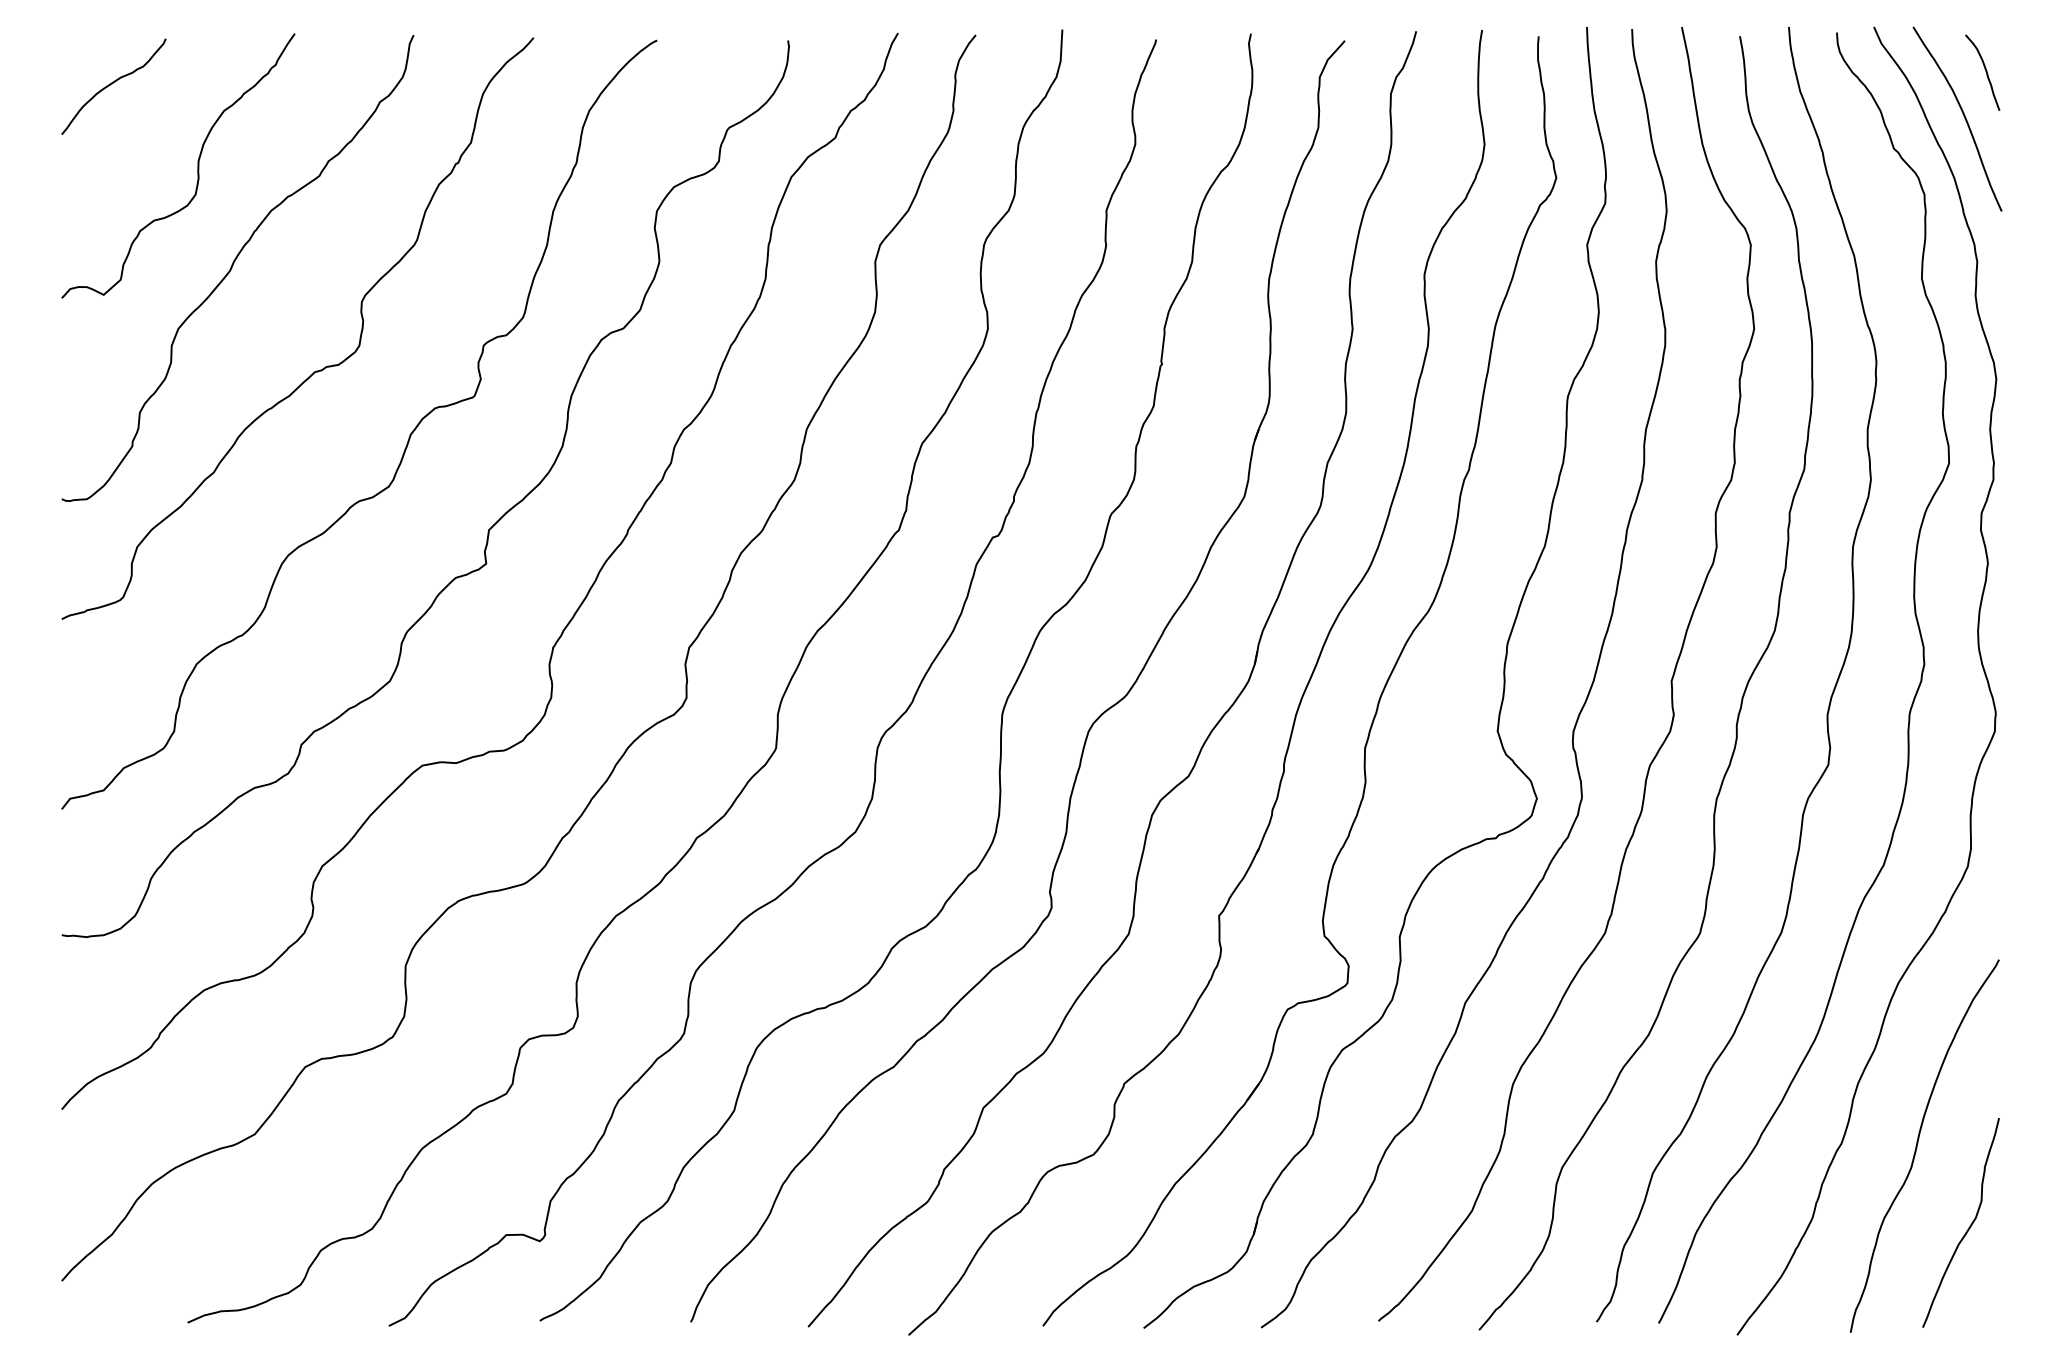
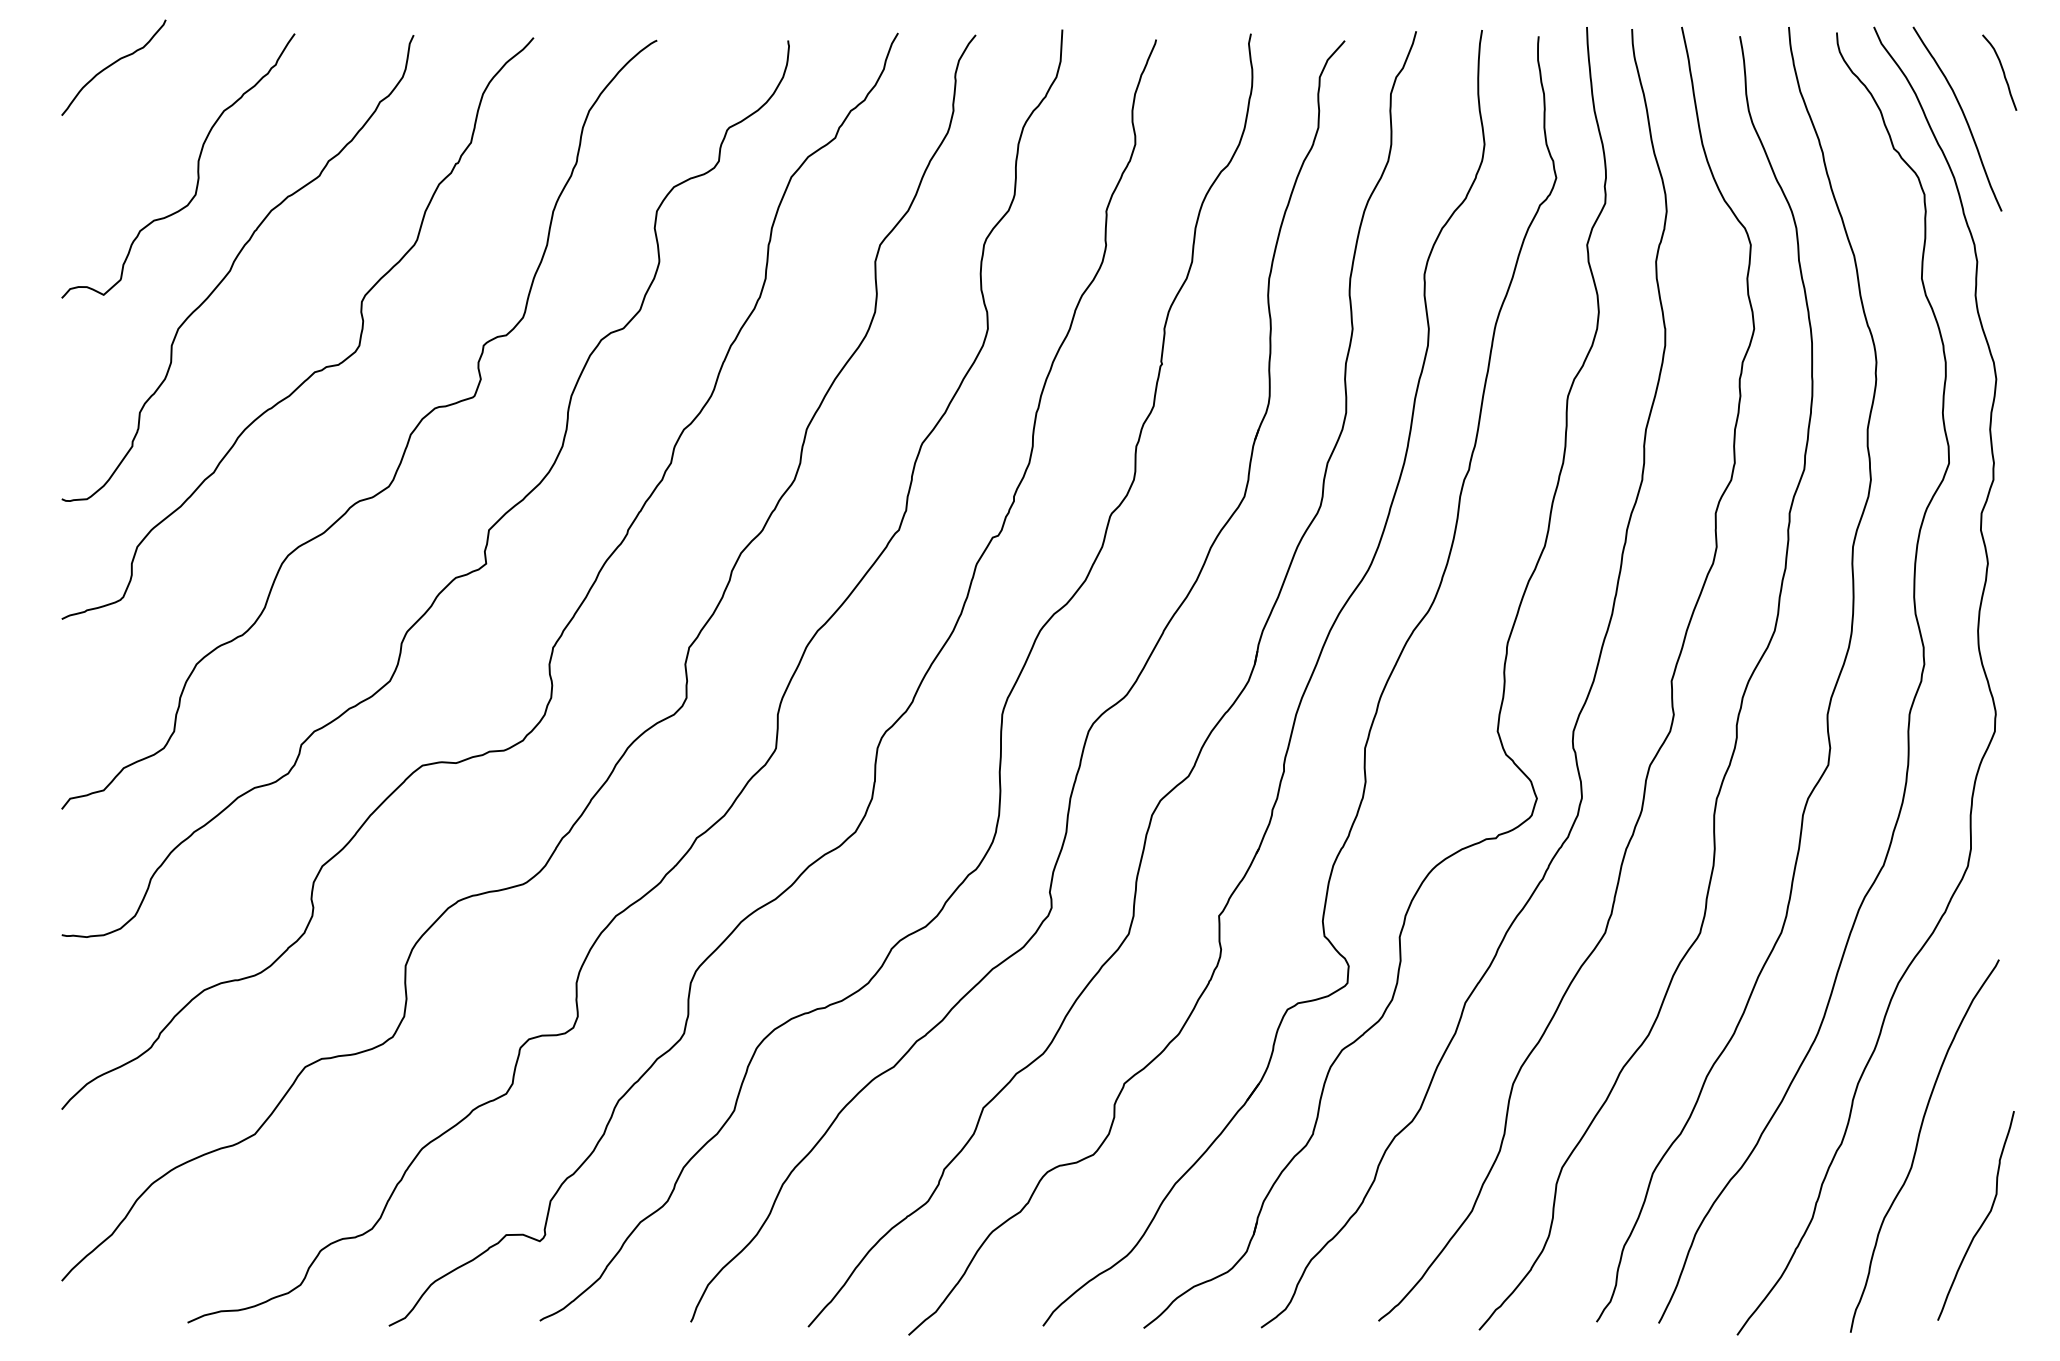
curve at (1985, 72) position: (1985, 72) -> (2002, 72)
curve at (112, 84) position: (112, 84) -> (112, 65)
curve at (1968, 1227) position: (1968, 1227) -> (1983, 1220)
